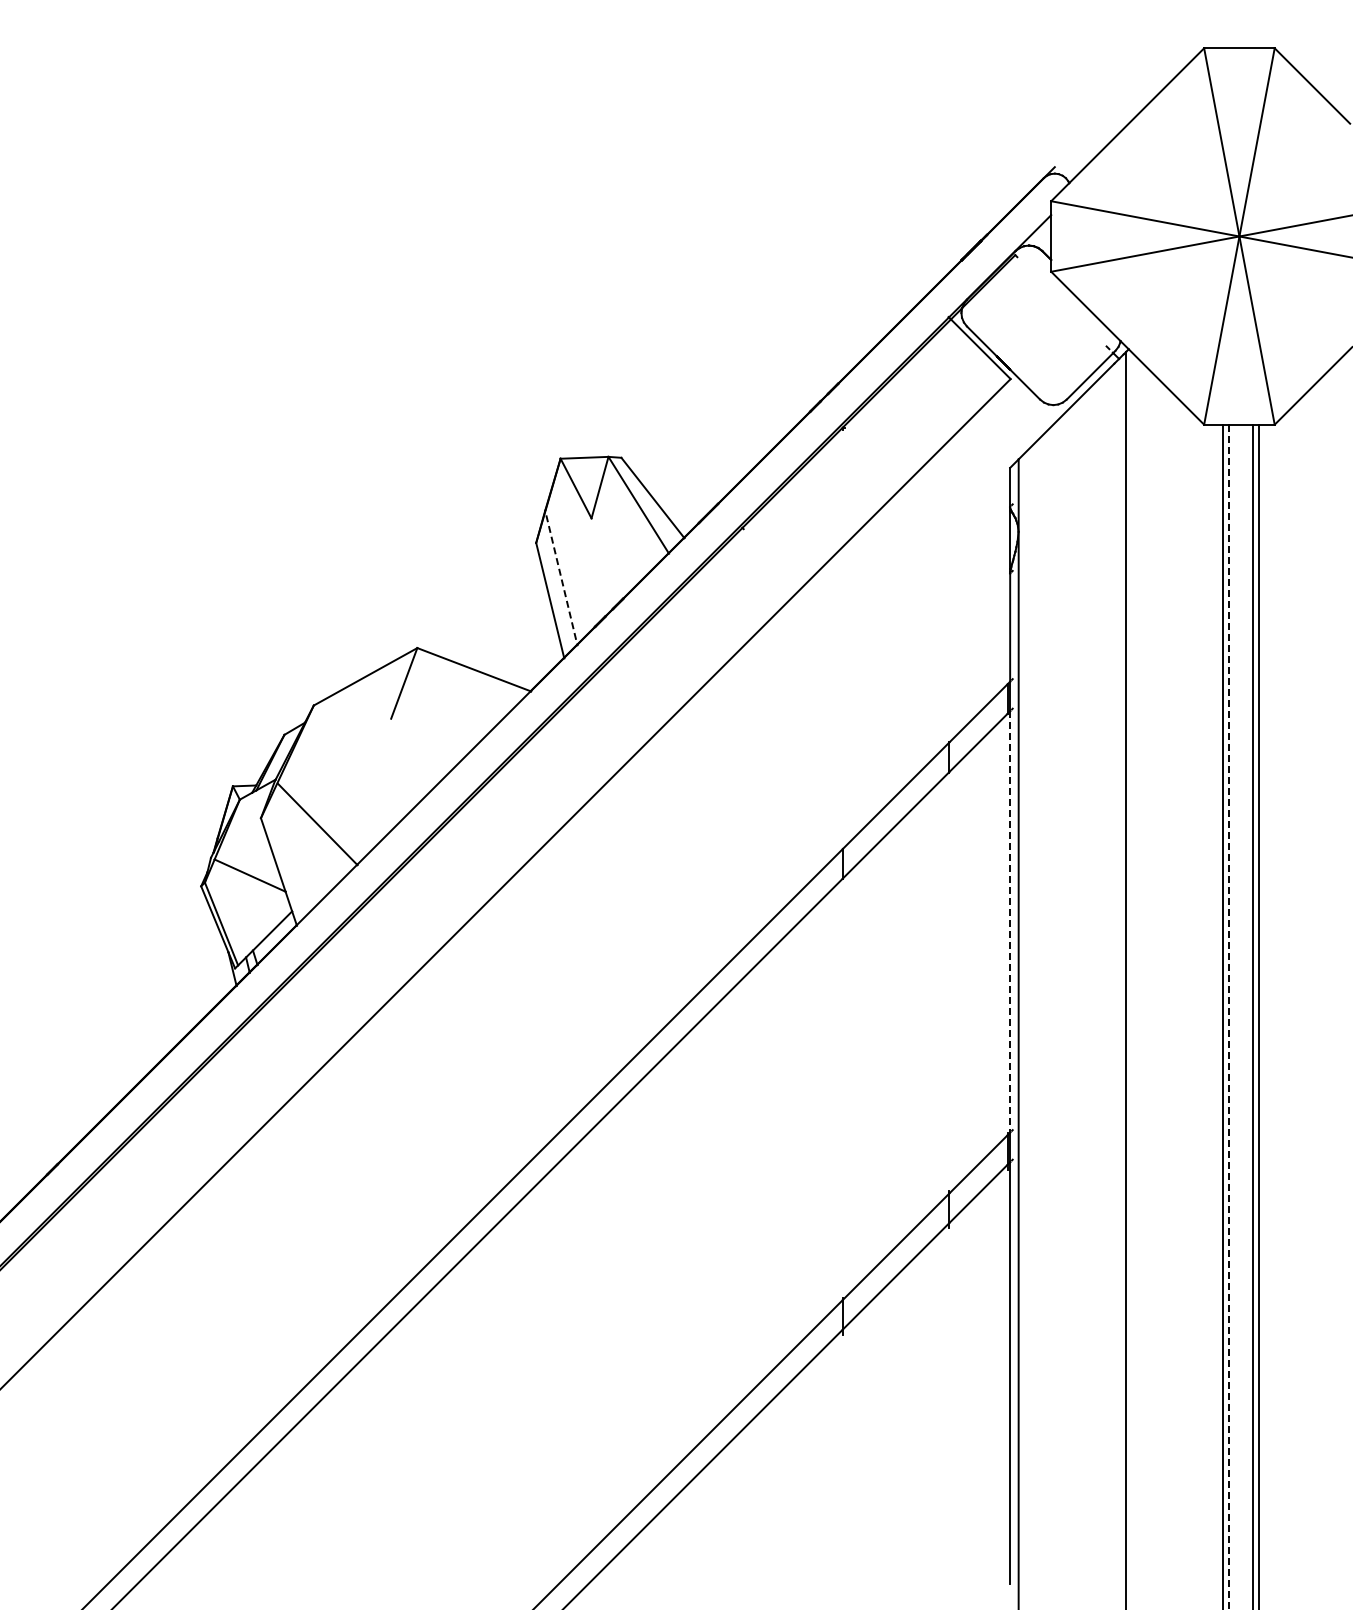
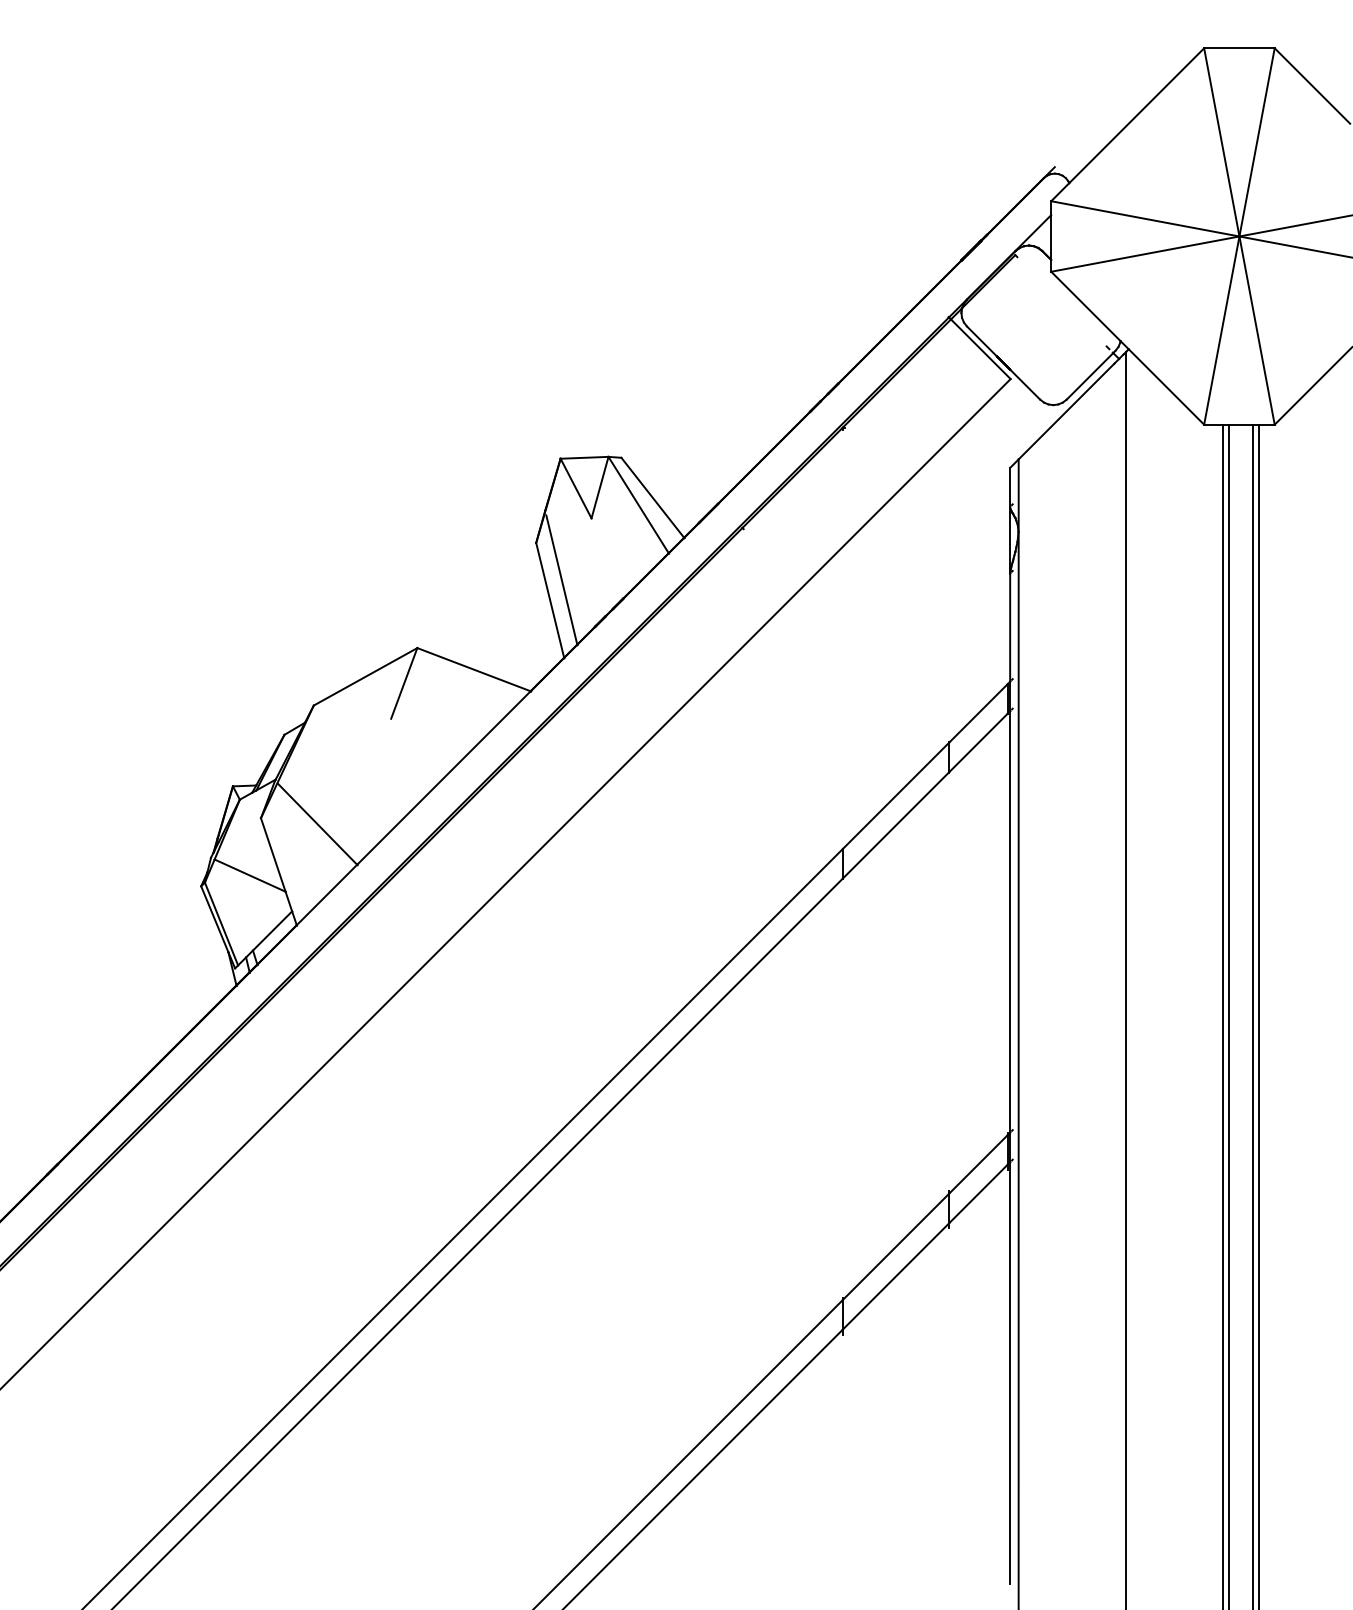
line at (561, 580): dashed -> solid
line at (1010, 921): dashed -> solid
line at (1229, 1017): dashed -> solid
